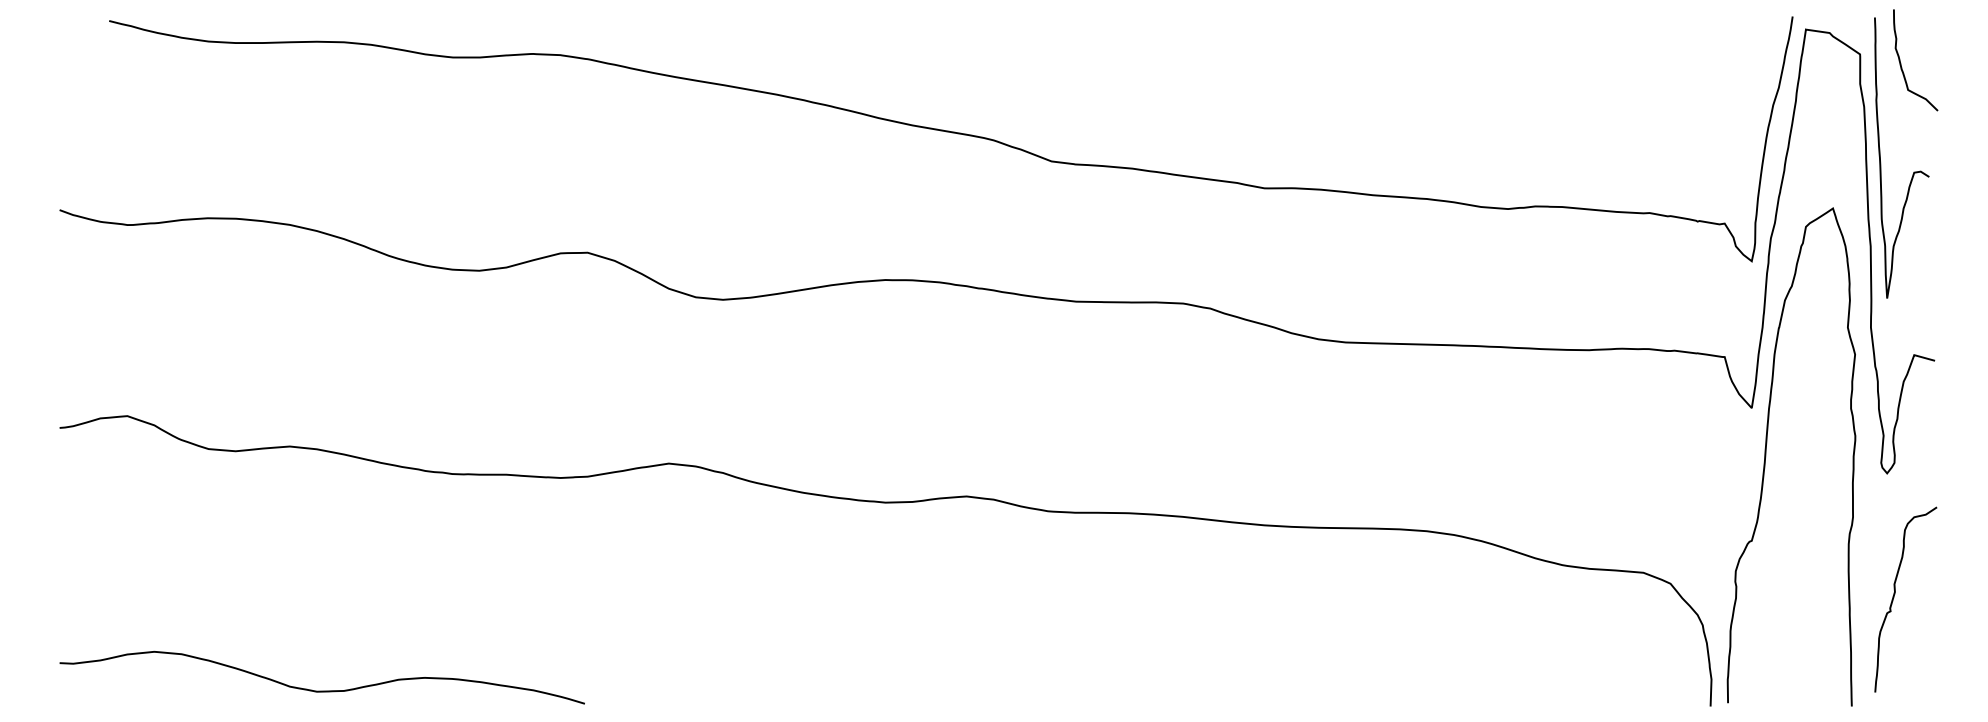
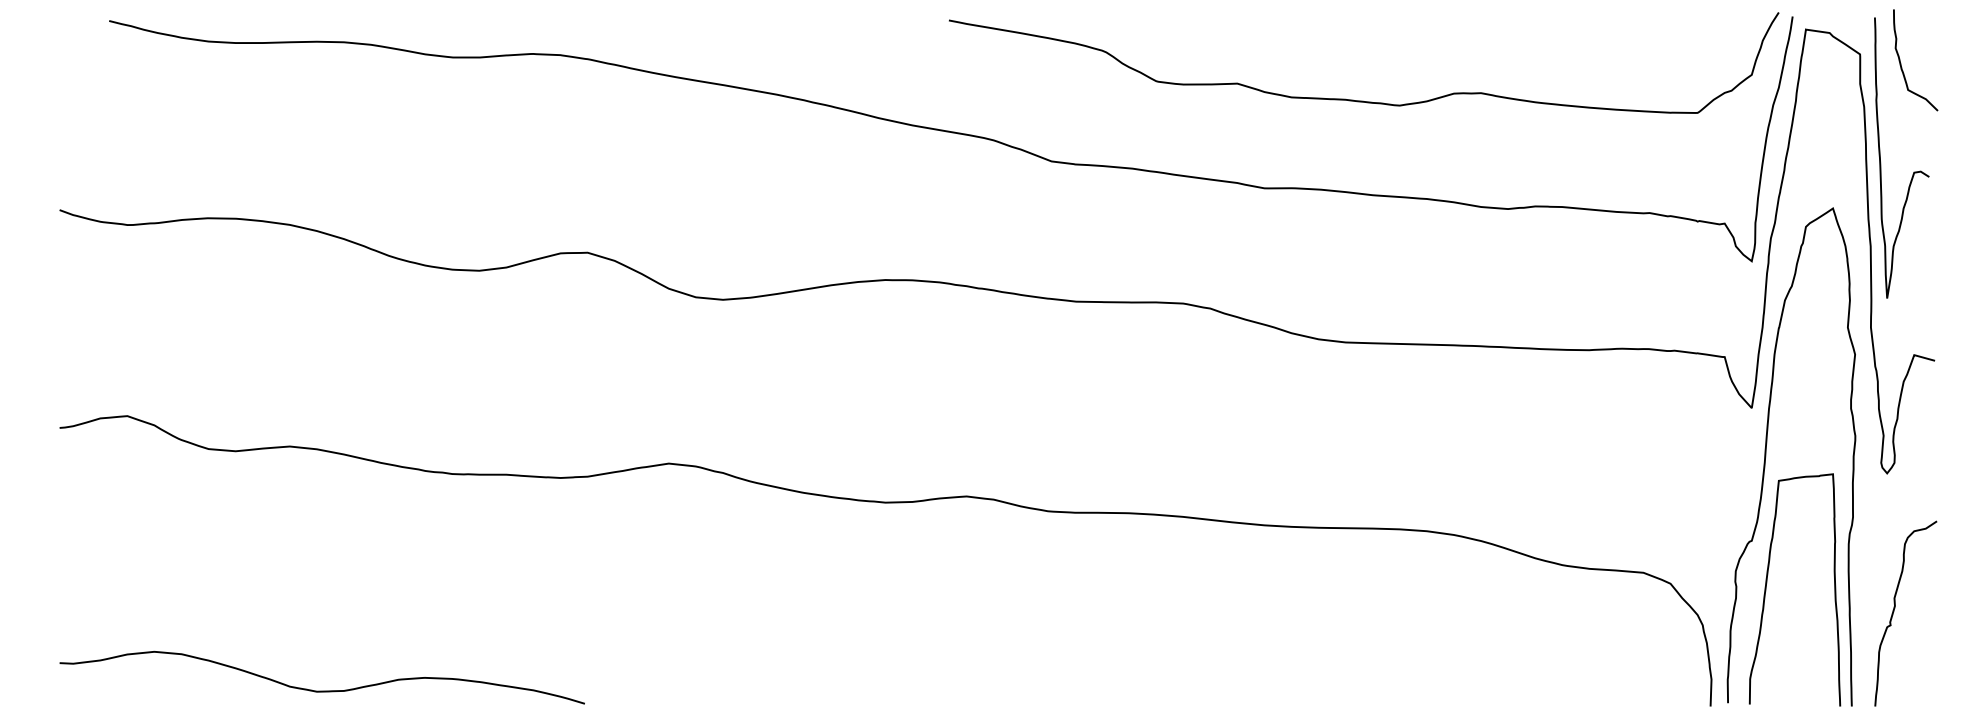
curve at (1363, 100): none -> present
curve at (1767, 583): none -> present
curve at (1895, 594) position: (1895, 594) -> (1895, 608)
